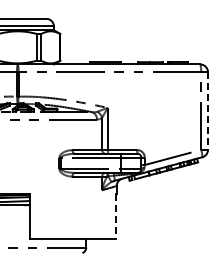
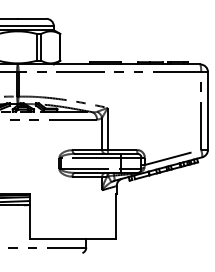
line at (207, 111): dashed -> solid
line at (115, 216): dashed -> solid
